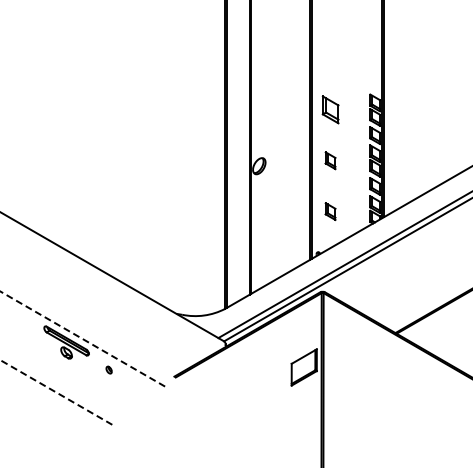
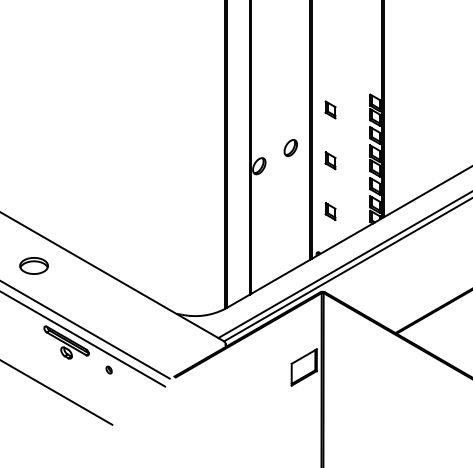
part at (330, 109) size: 19x30 px -> 13x20 px
part at (290, 147): none -> present
part at (33, 265): none -> present
line at (85, 330): none -> present
line at (82, 339): dashed -> solid
line at (56, 392): dashed -> solid
